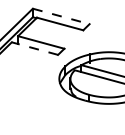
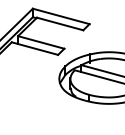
line at (61, 16): dashed -> solid
line at (34, 48): dashed -> solid
